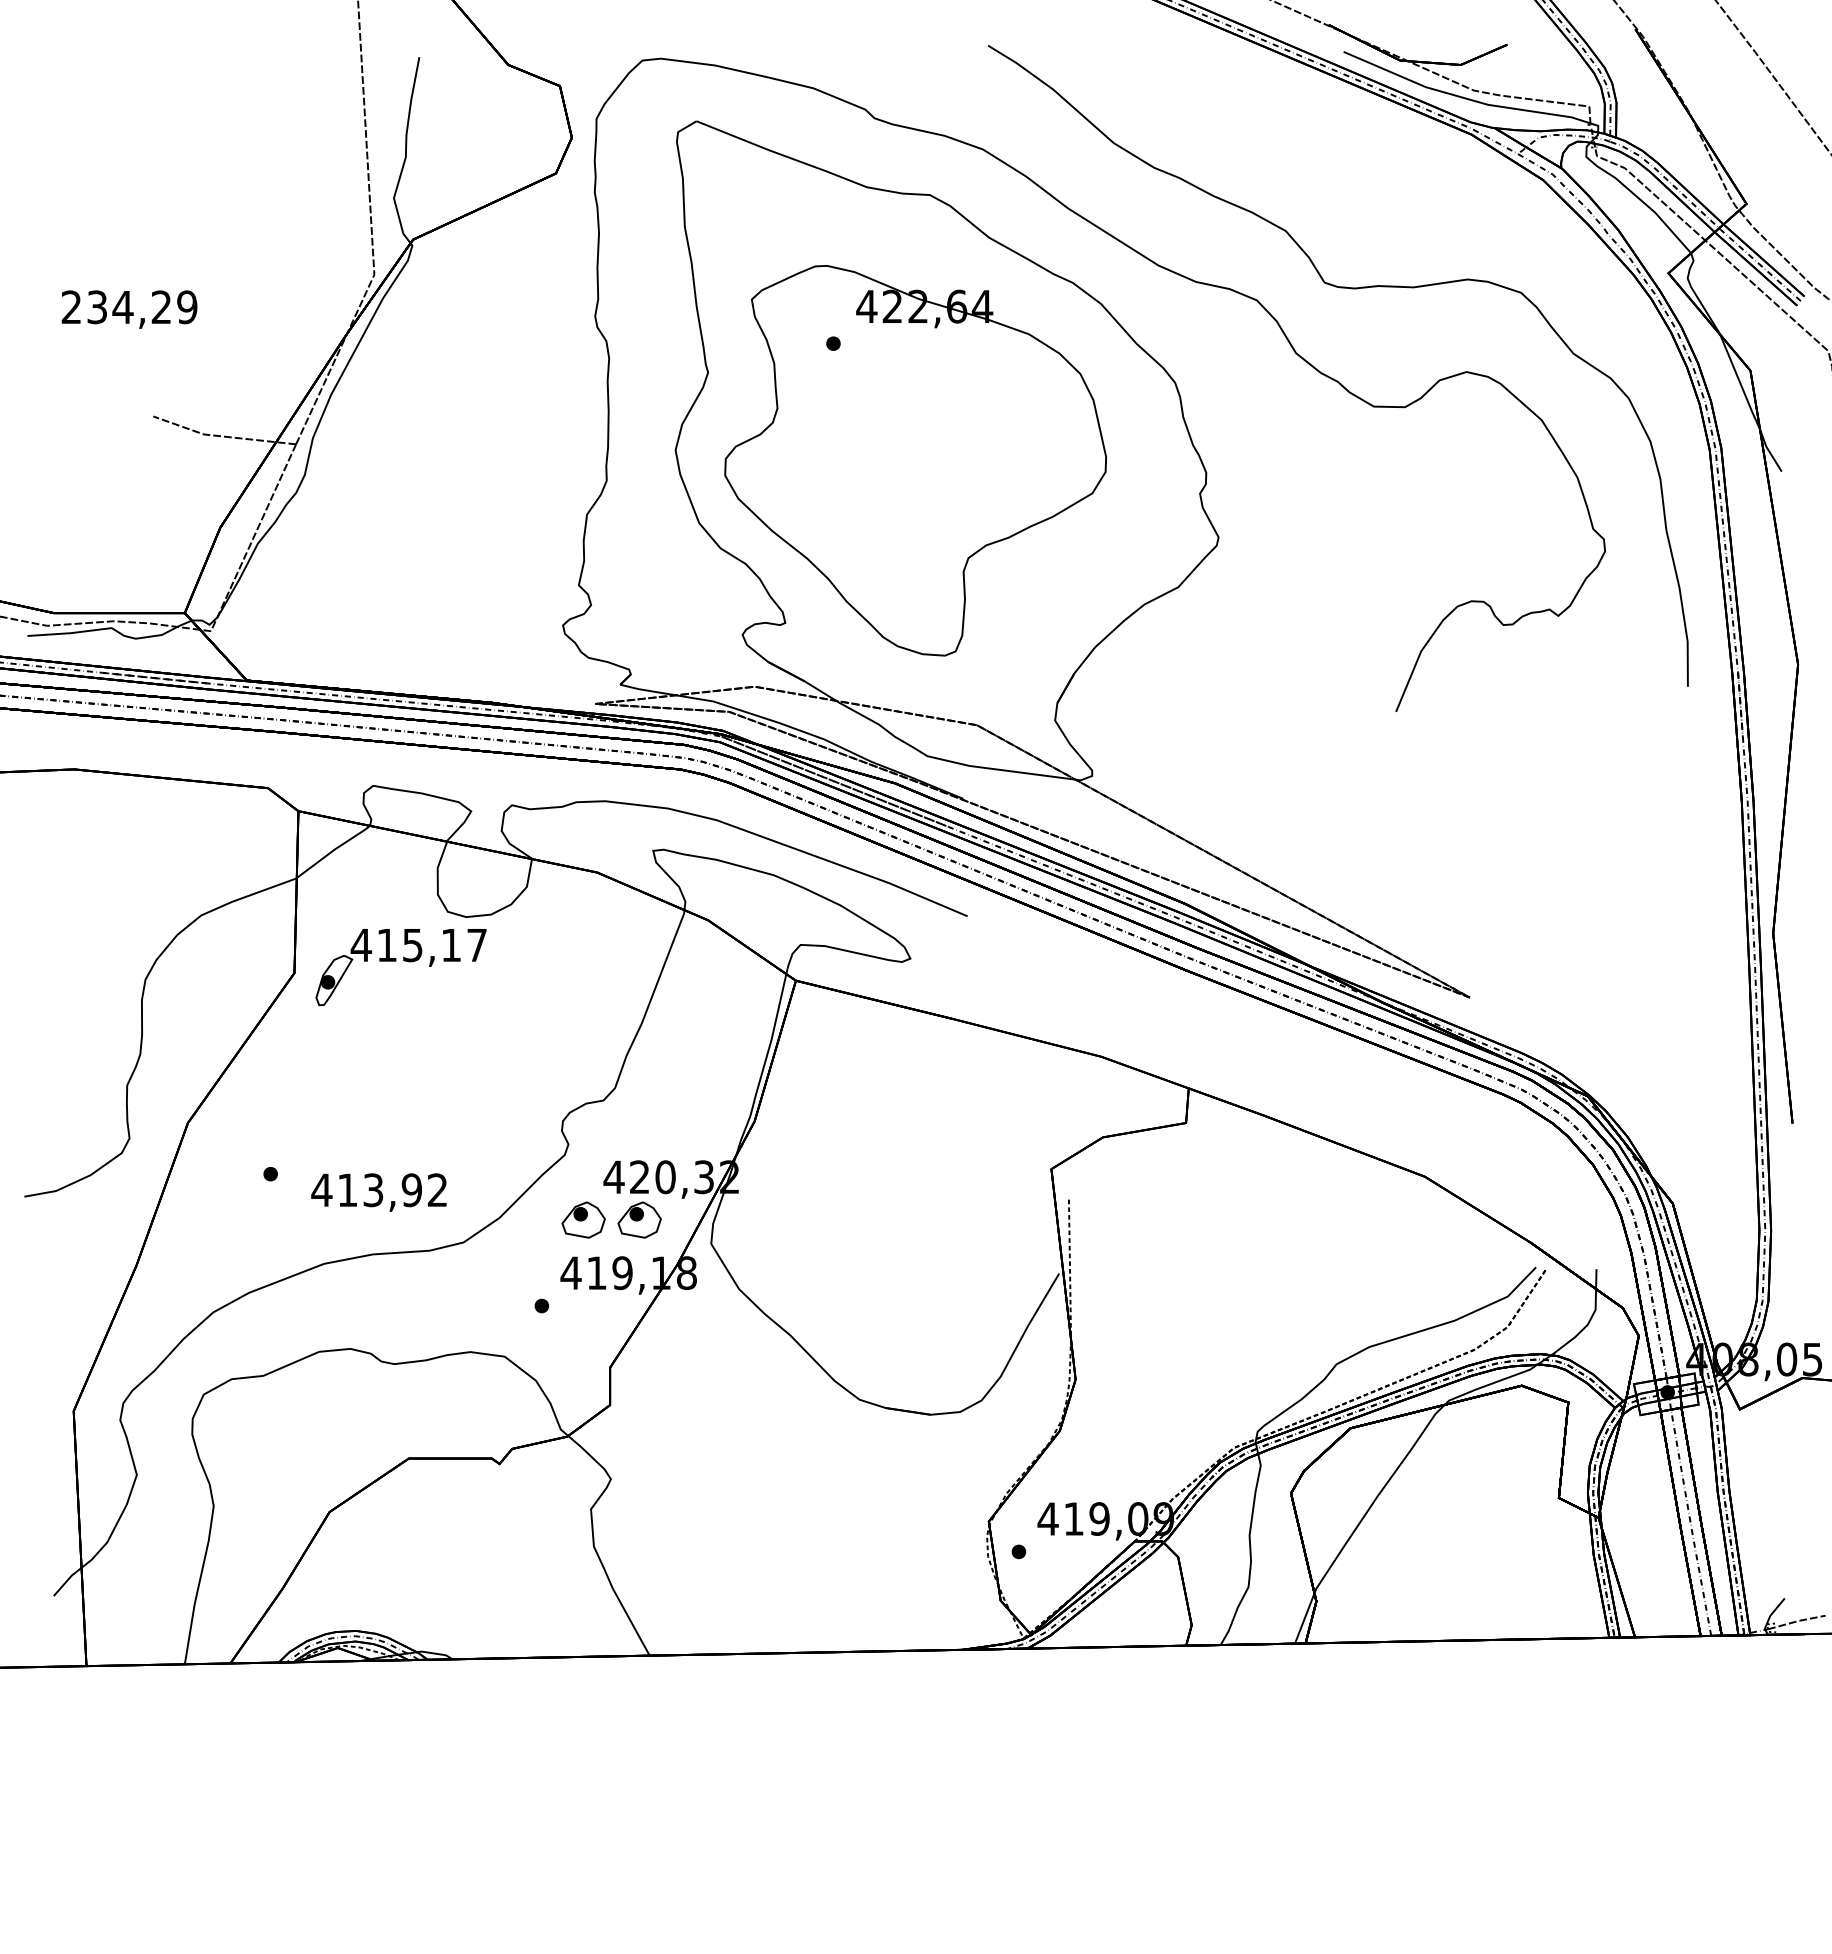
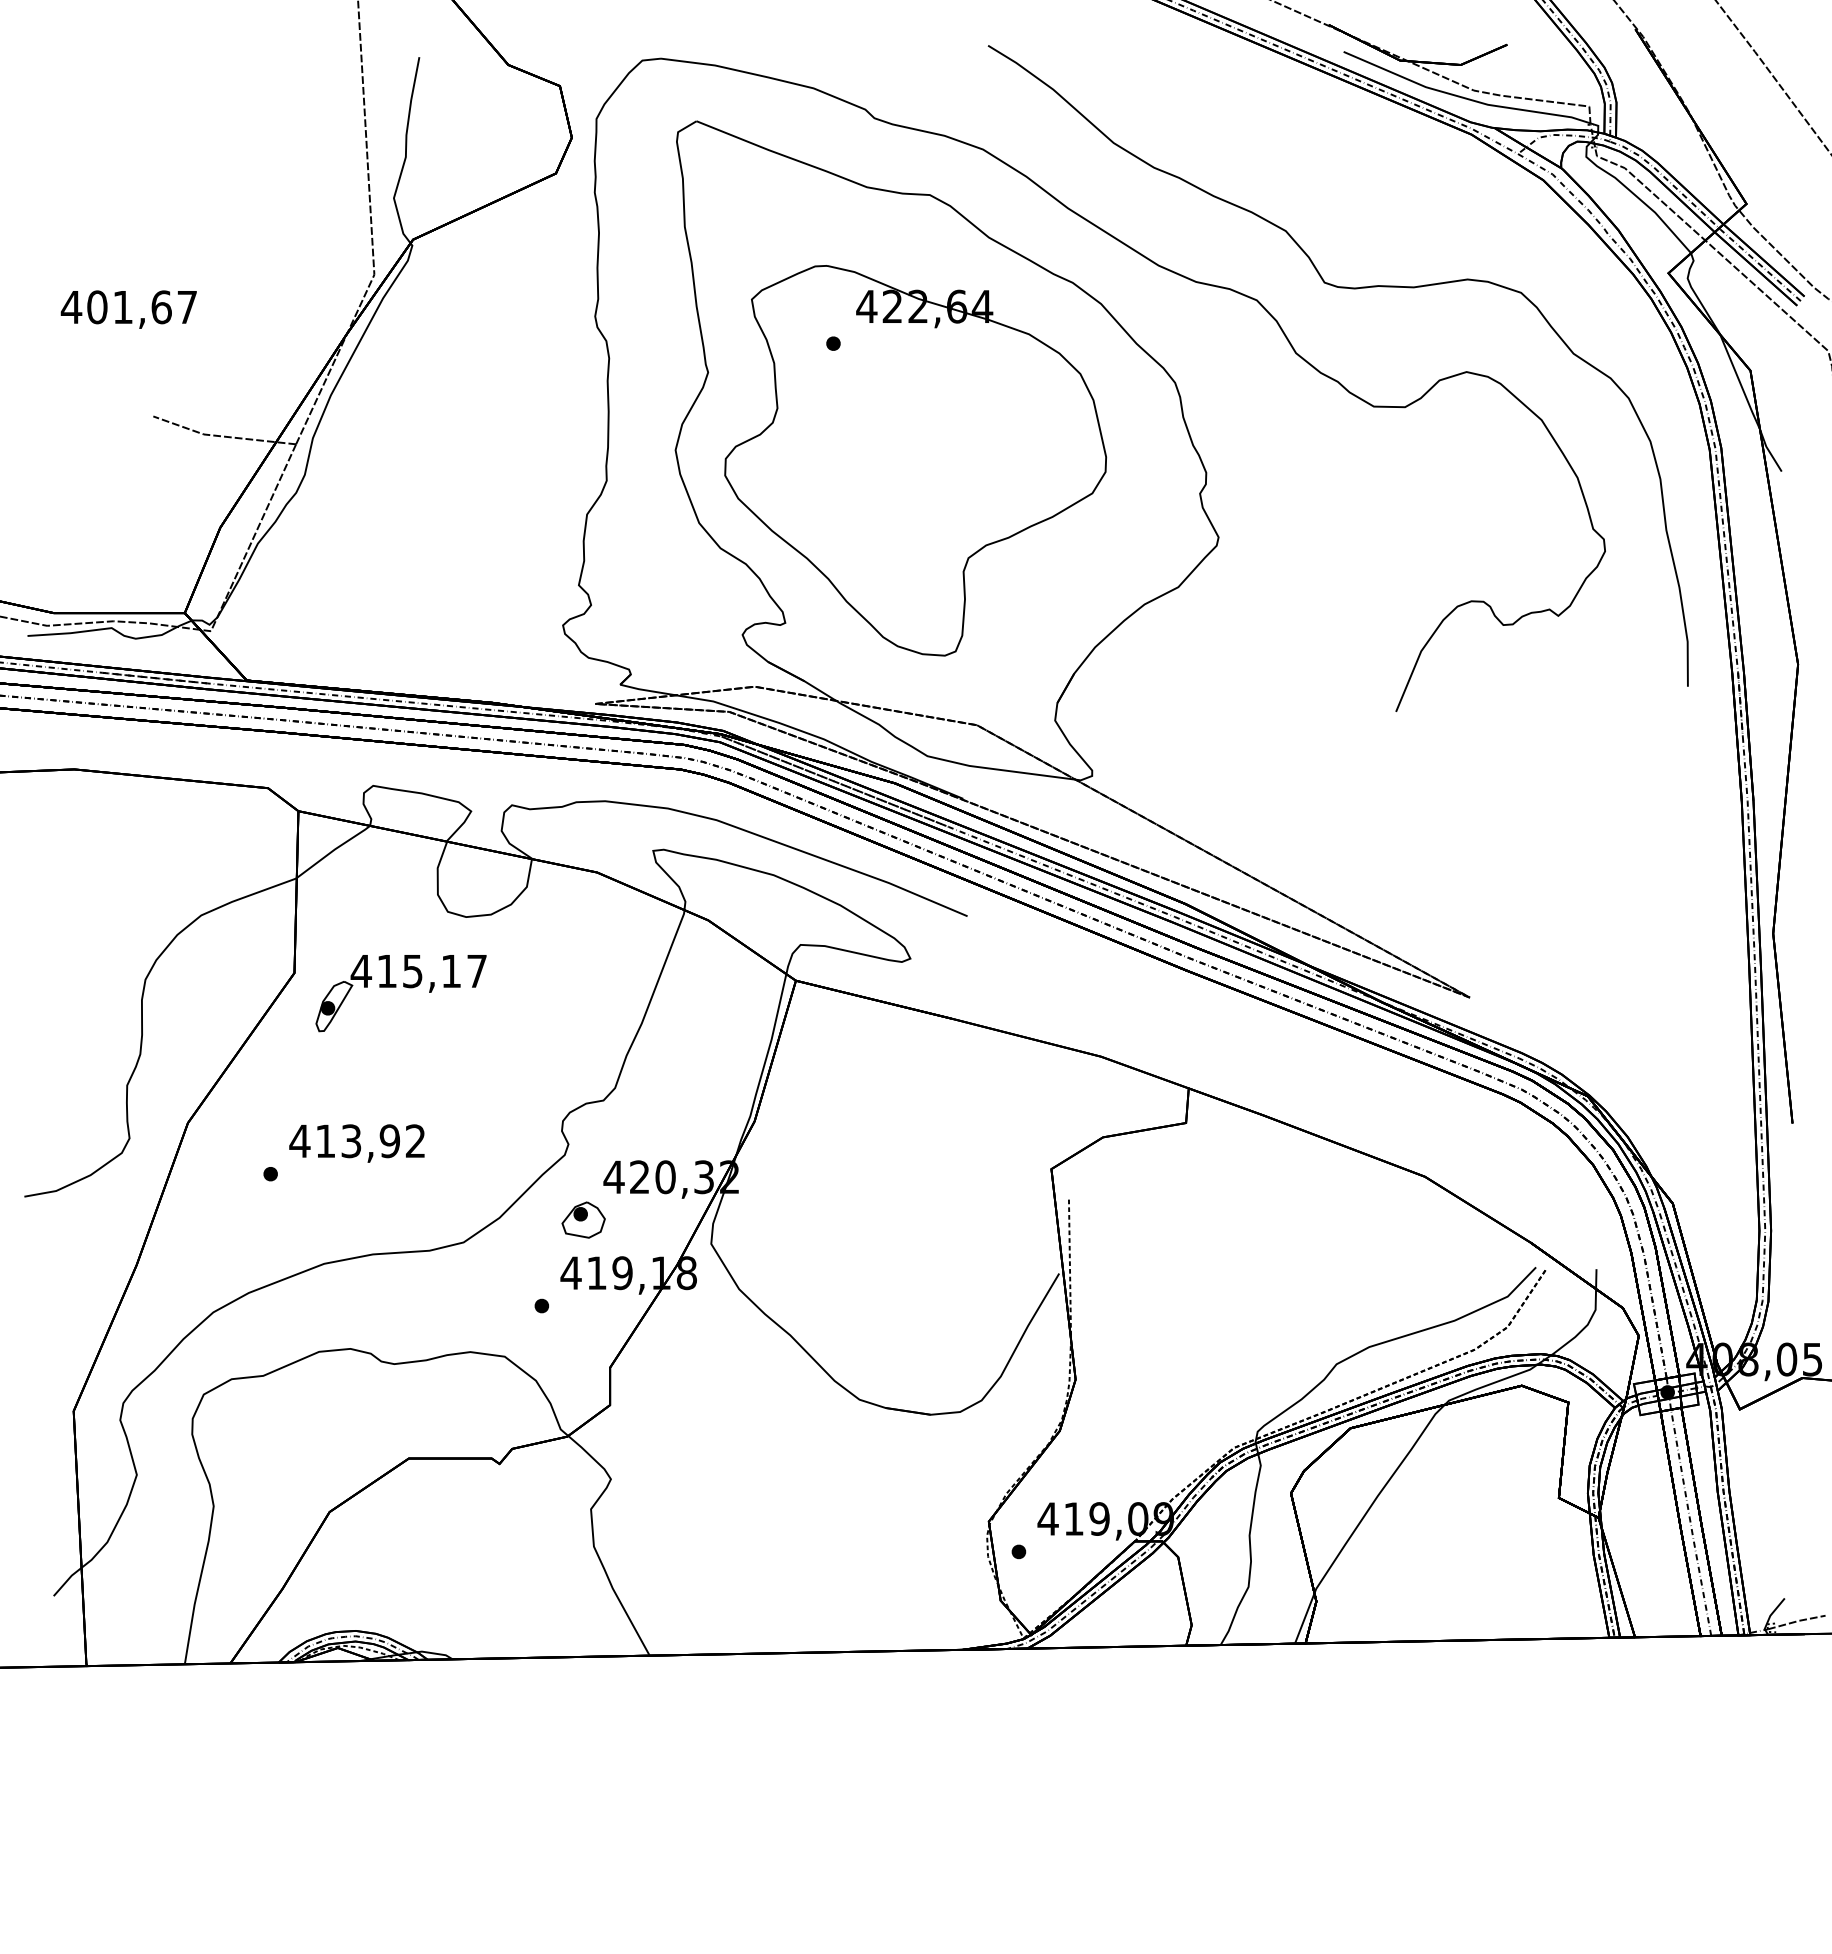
text at (128, 307): 234,29 -> 401,67
part at (396, 961) position: (396, 961) -> (396, 987)
text at (378, 1192) position: (378, 1192) -> (356, 1143)
part at (639, 1219): present -> none
